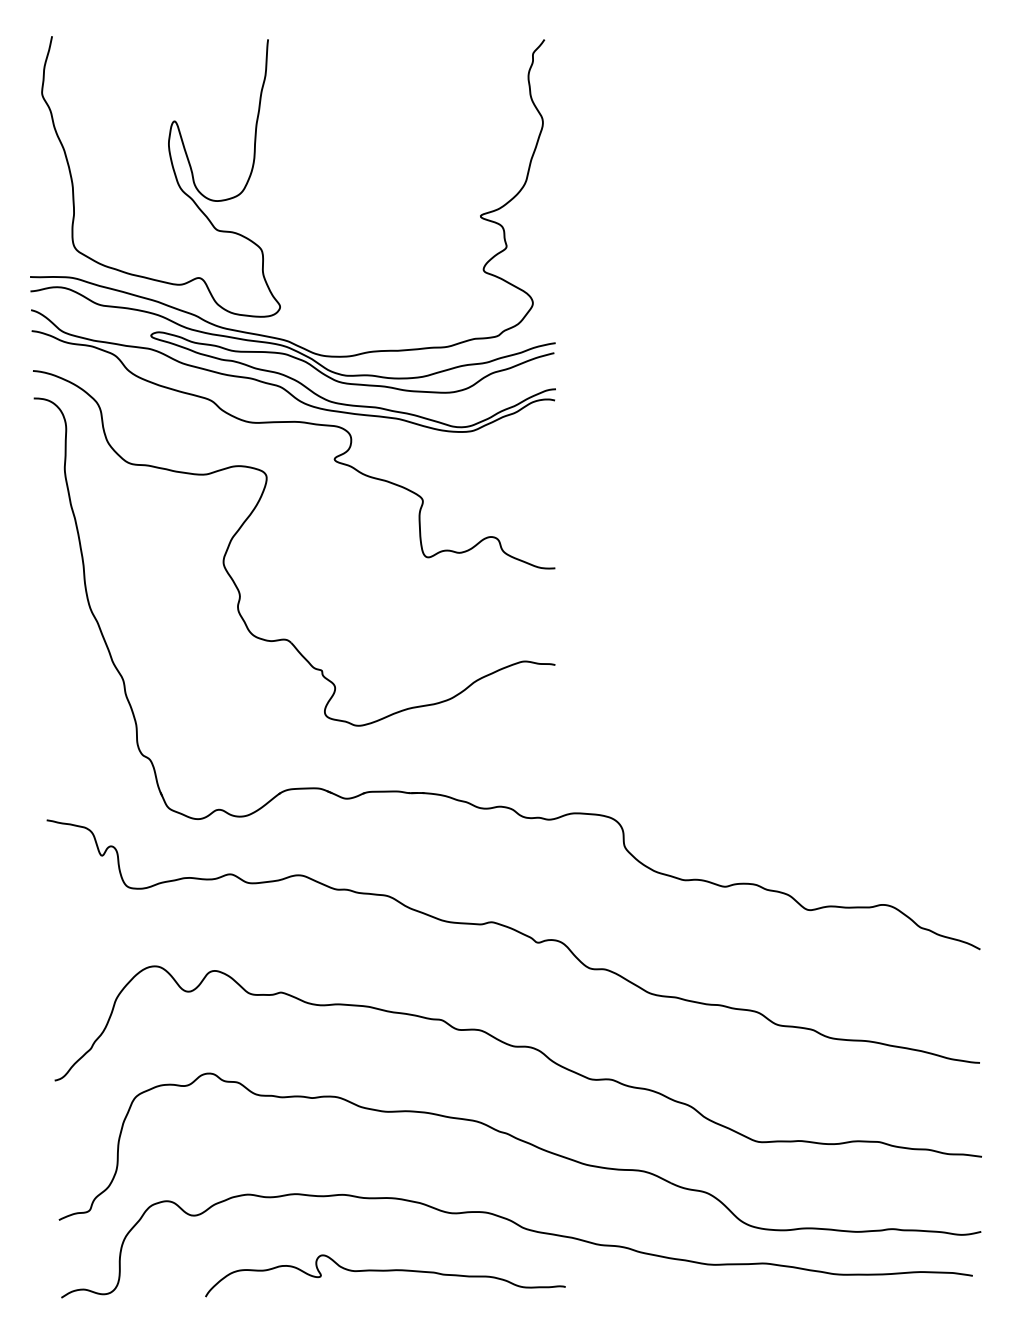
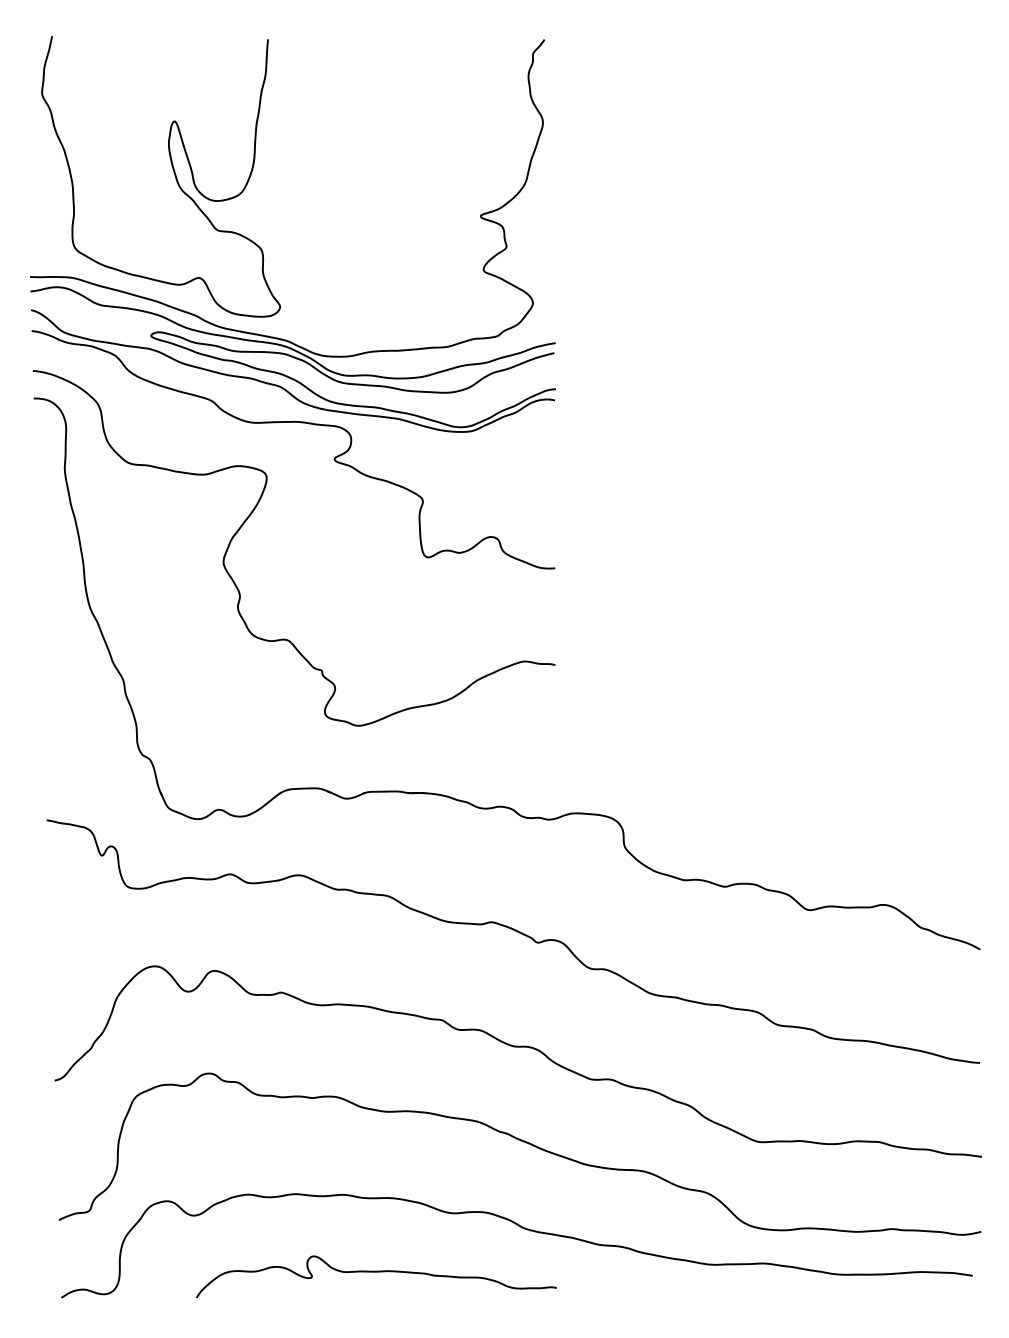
curve at (385, 1271) position: (385, 1271) -> (376, 1272)
